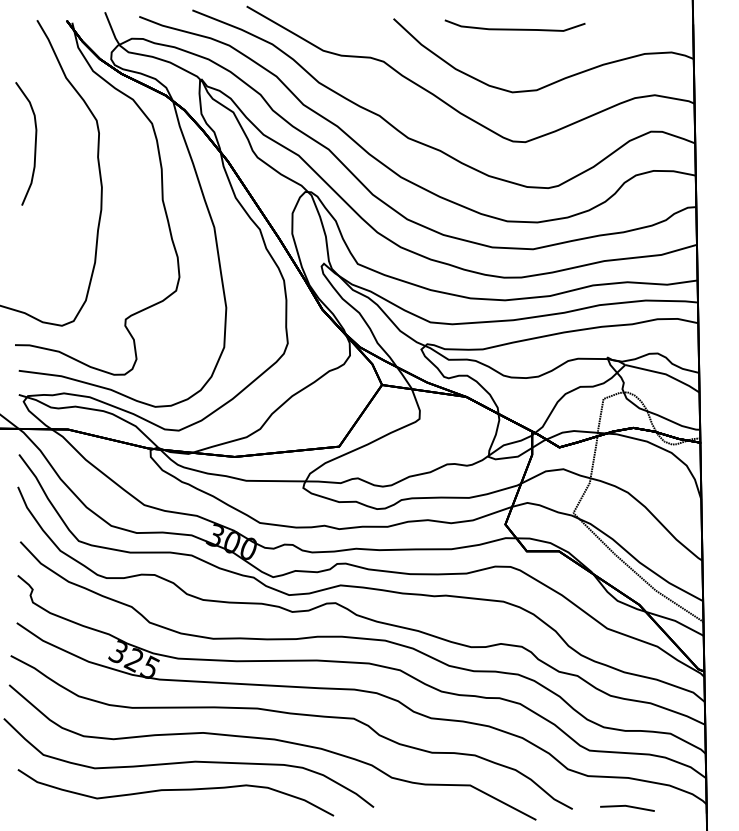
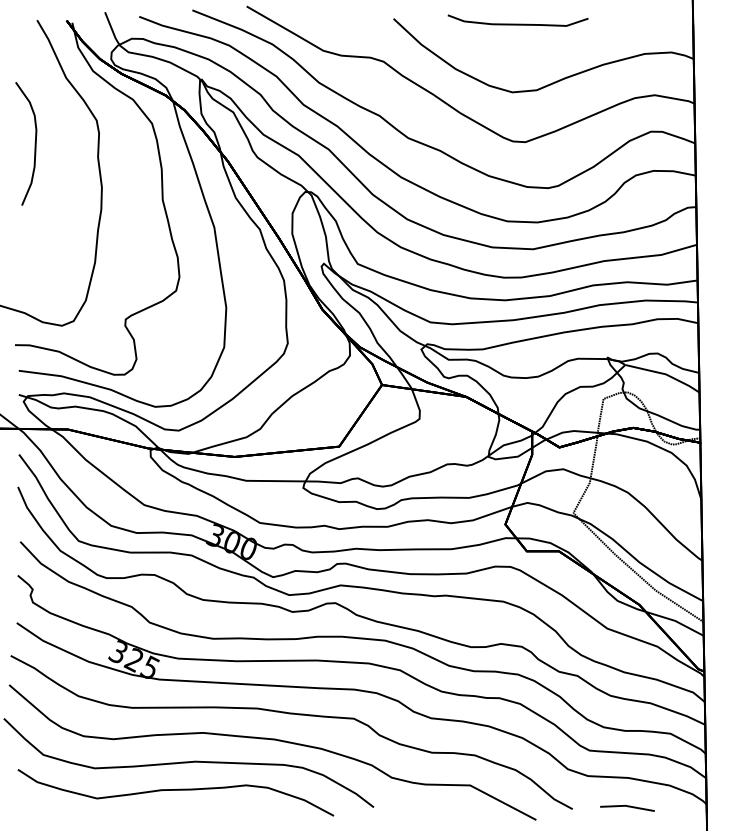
curve at (514, 28) position: (514, 28) -> (517, 23)
